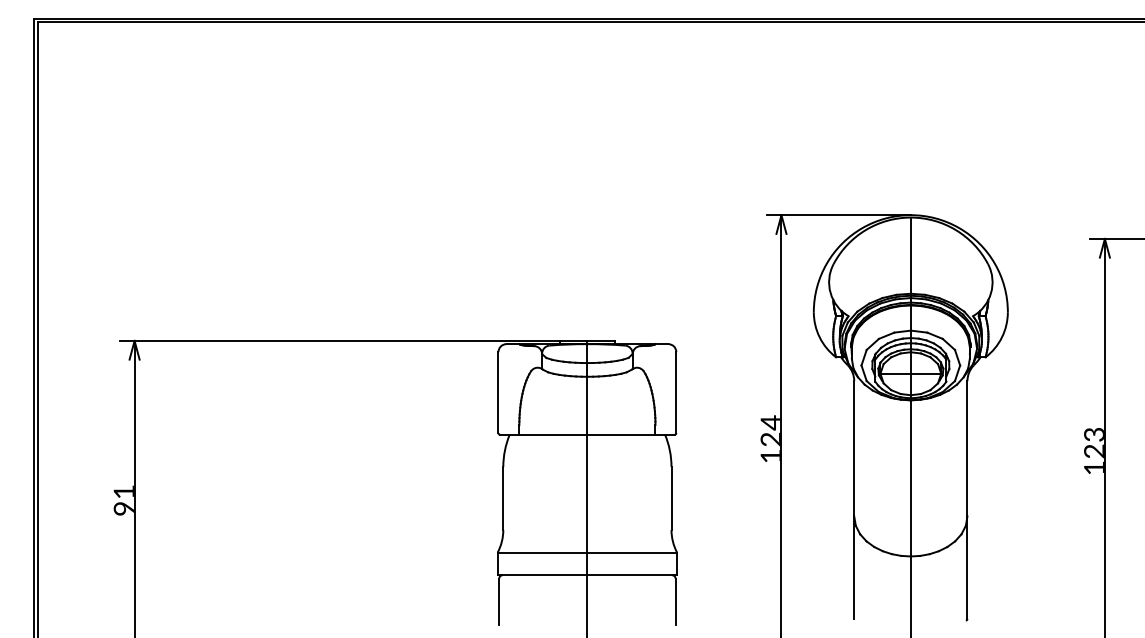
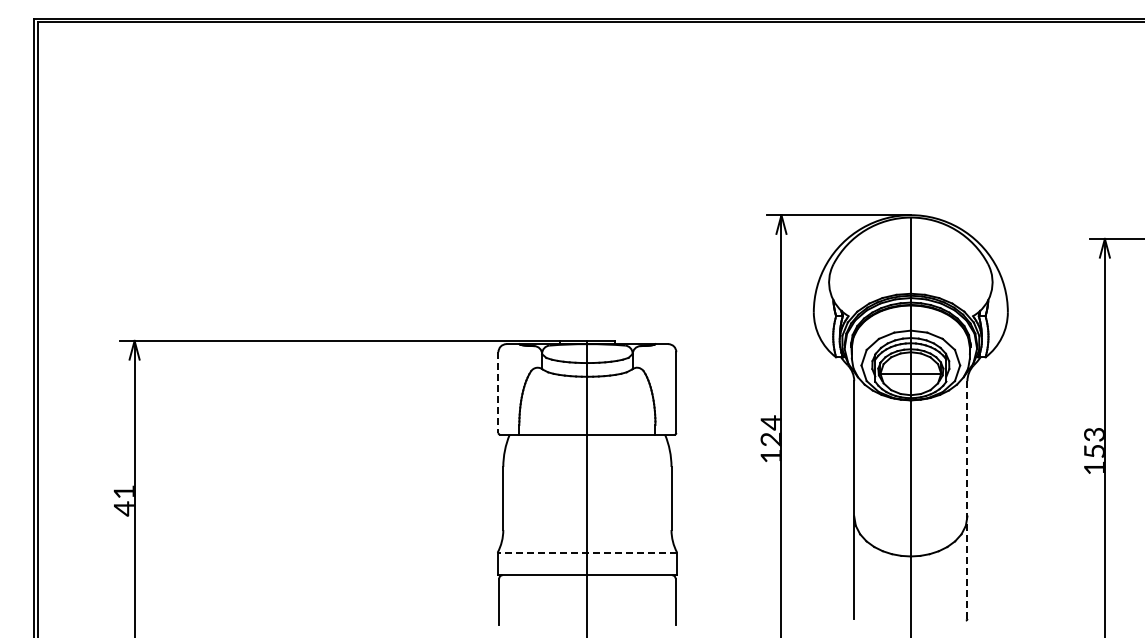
line at (498, 393): solid -> dashed
text at (1093, 451): 123 -> 153
line at (967, 500): solid -> dashed
text at (123, 508): 91 -> 41
line at (587, 552): solid -> dashed
